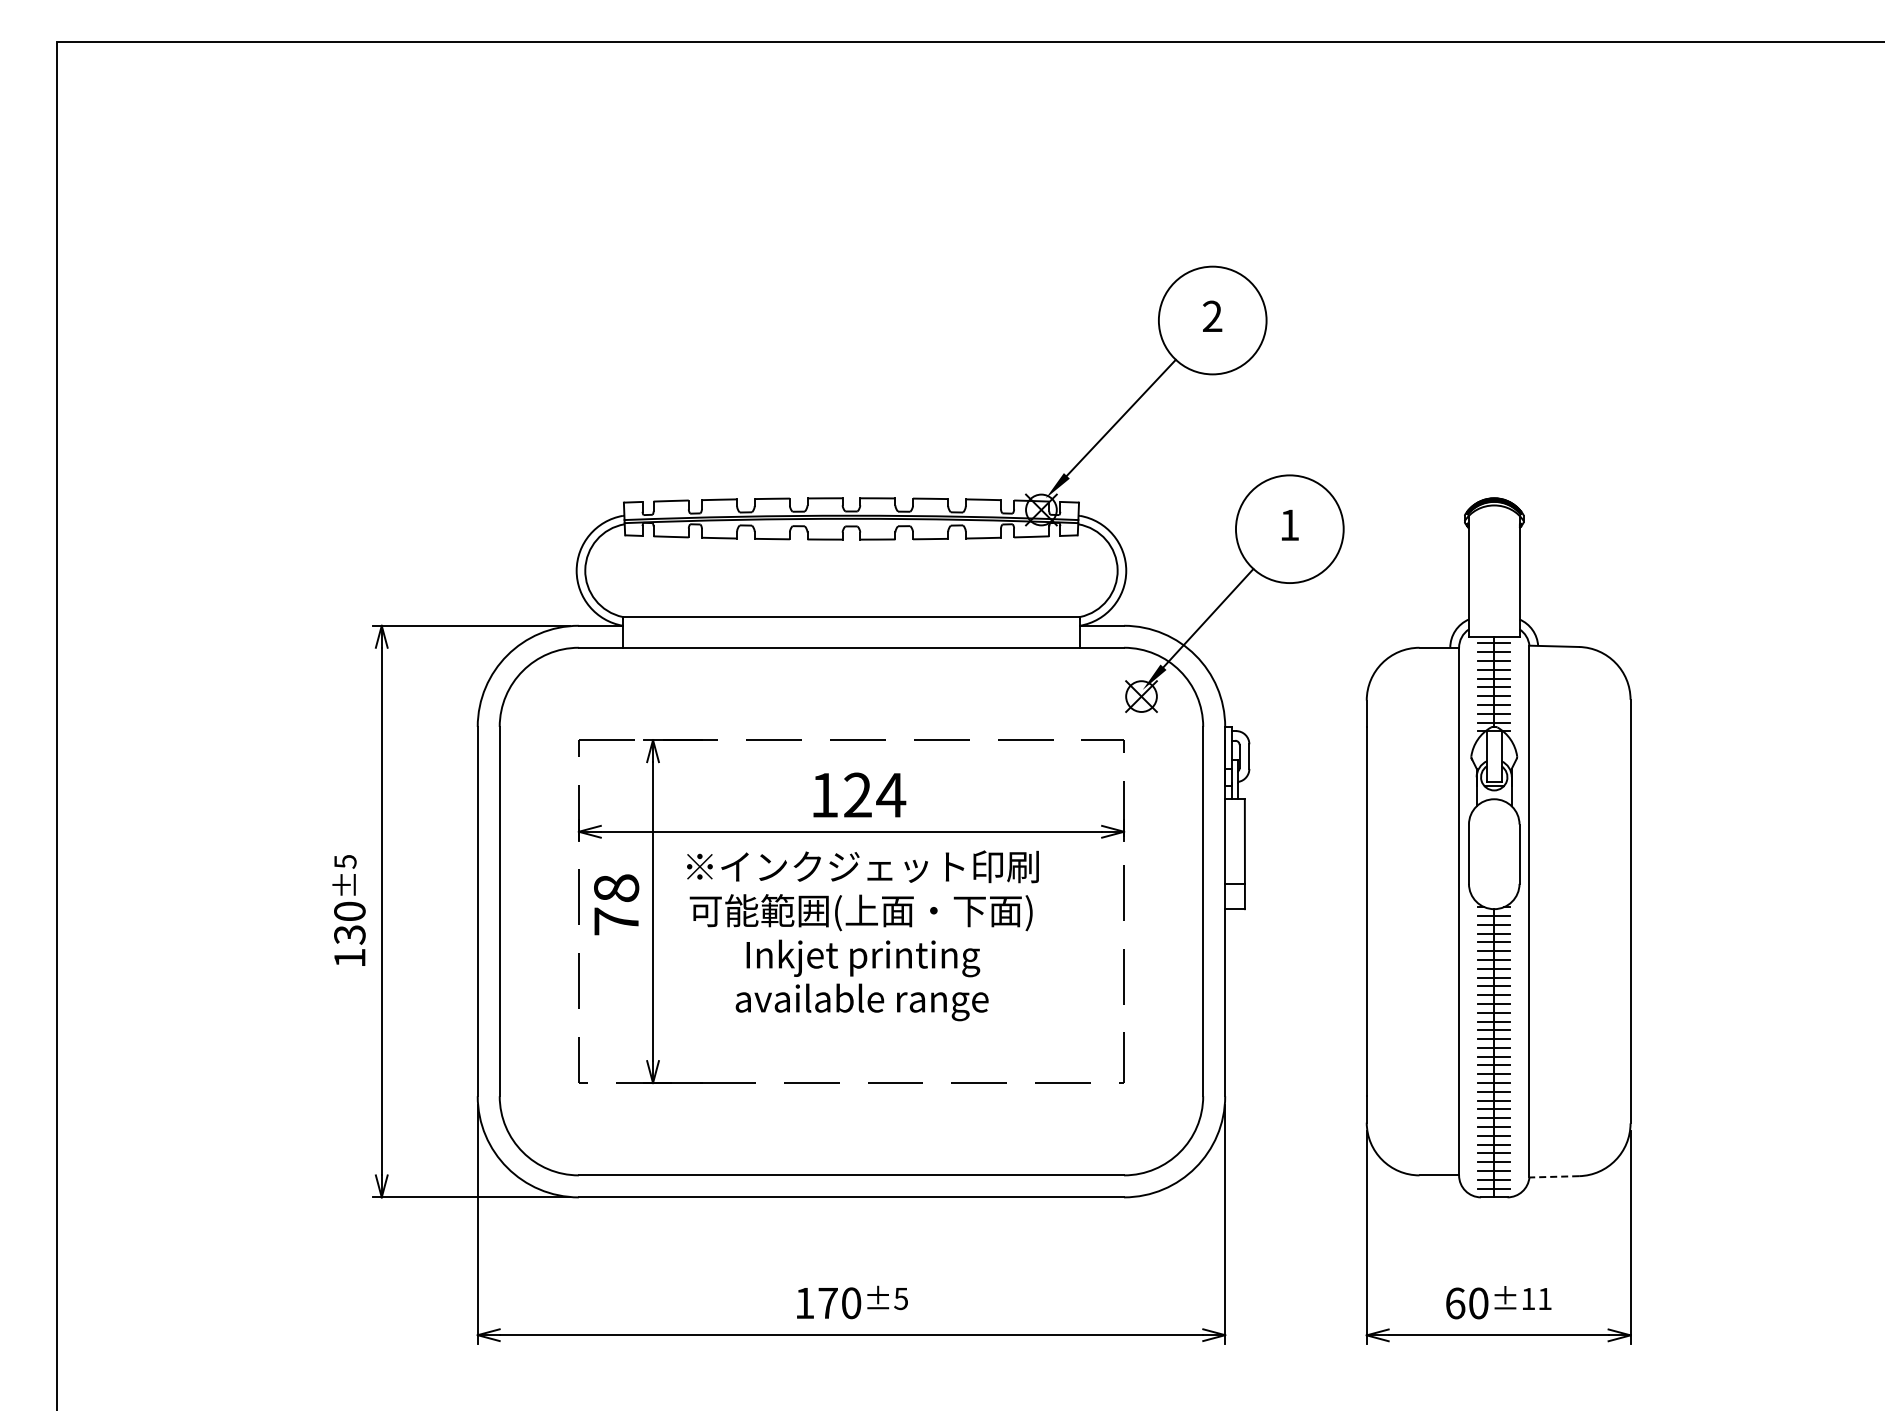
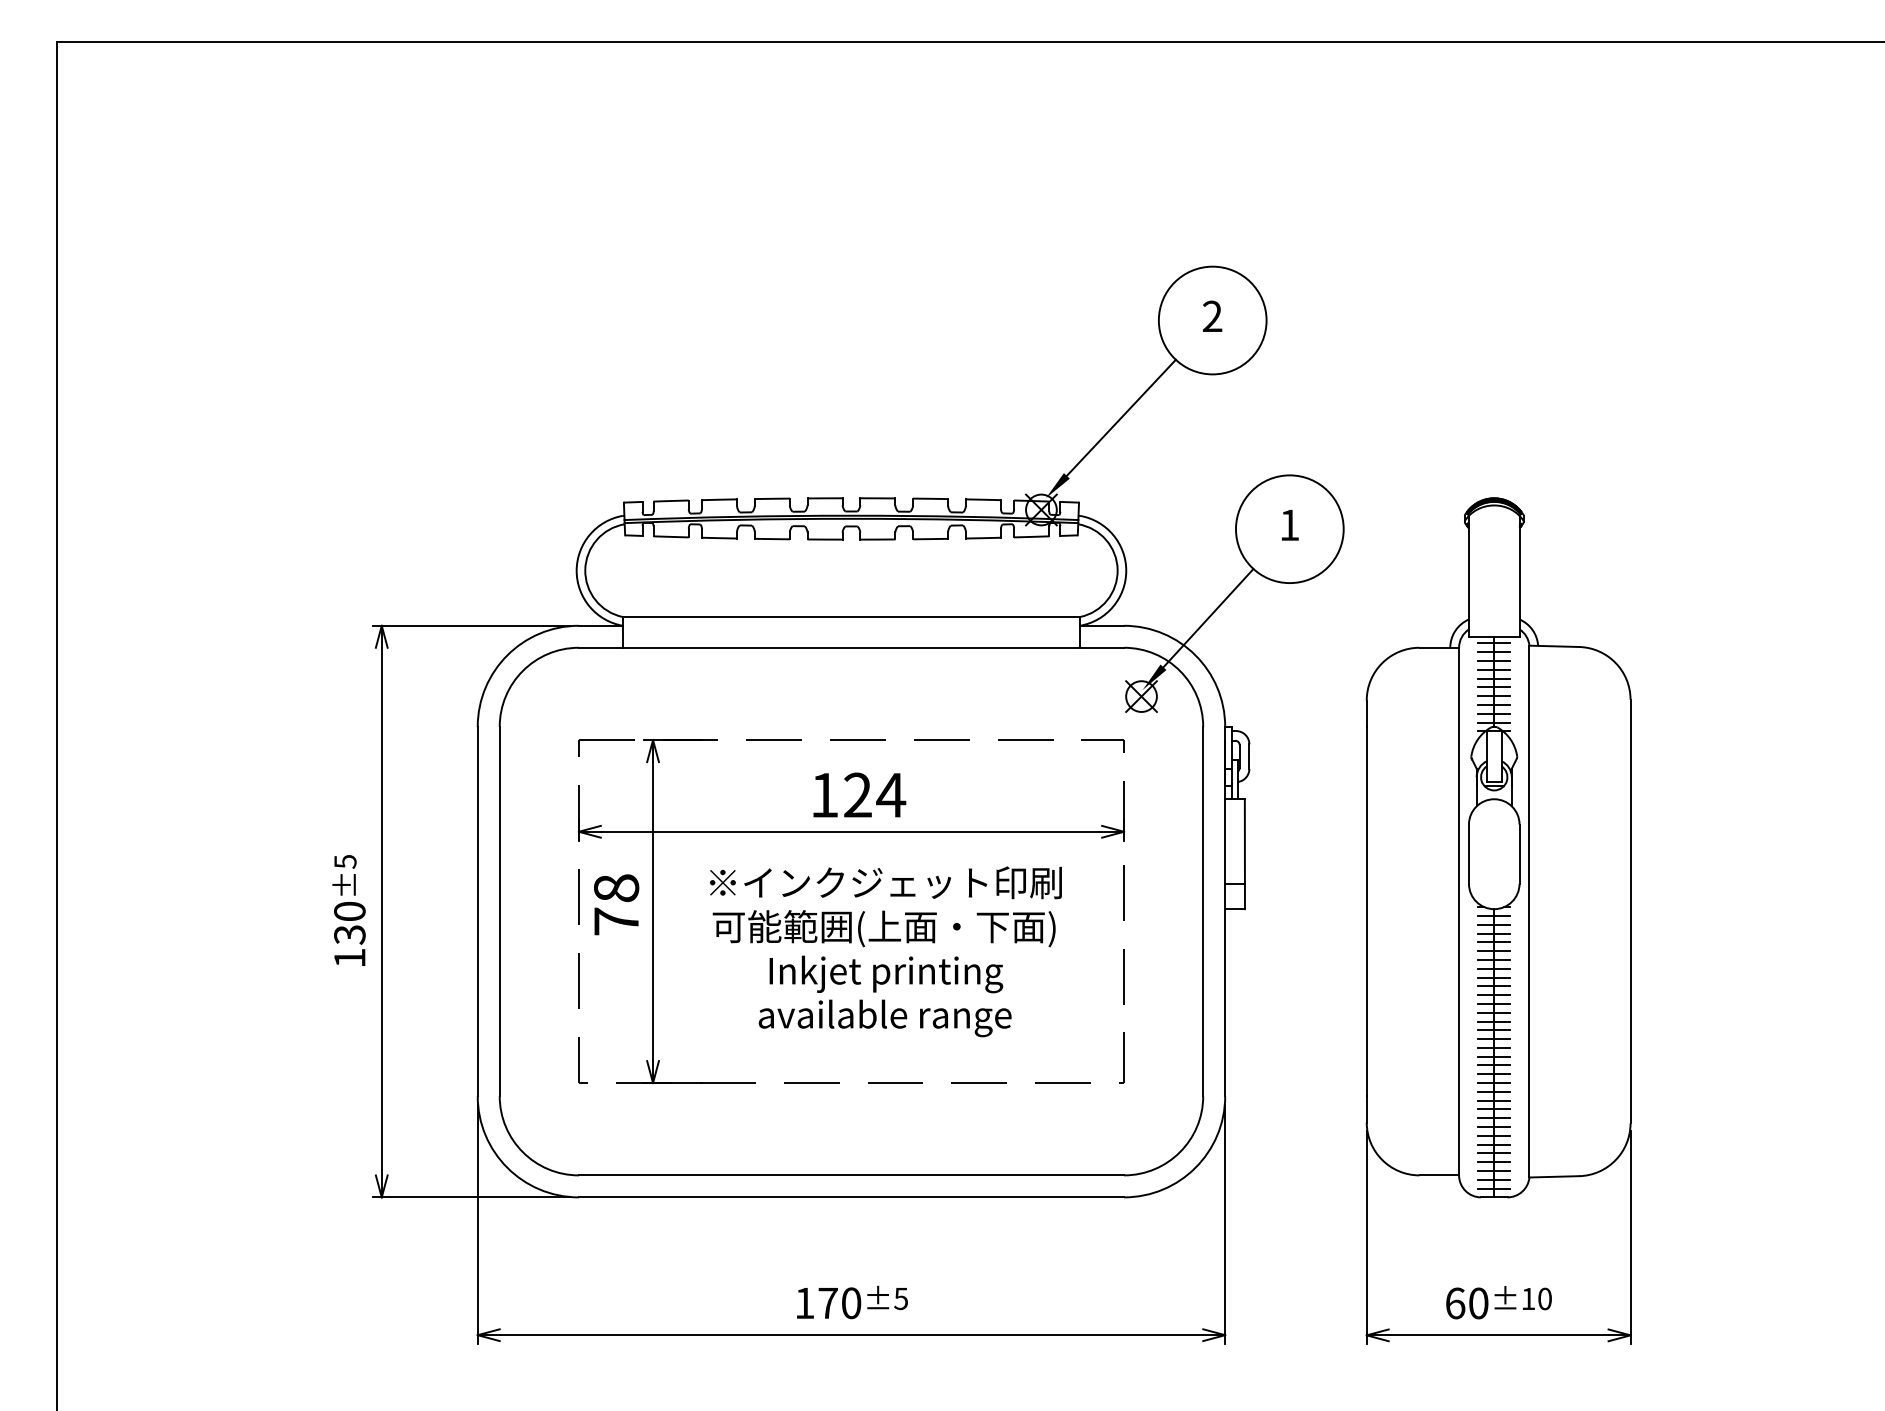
text at (862, 935) position: (862, 935) -> (885, 951)
line at (1554, 1176): dashed -> solid
text at (1544, 1298): ±11 -> ±10
